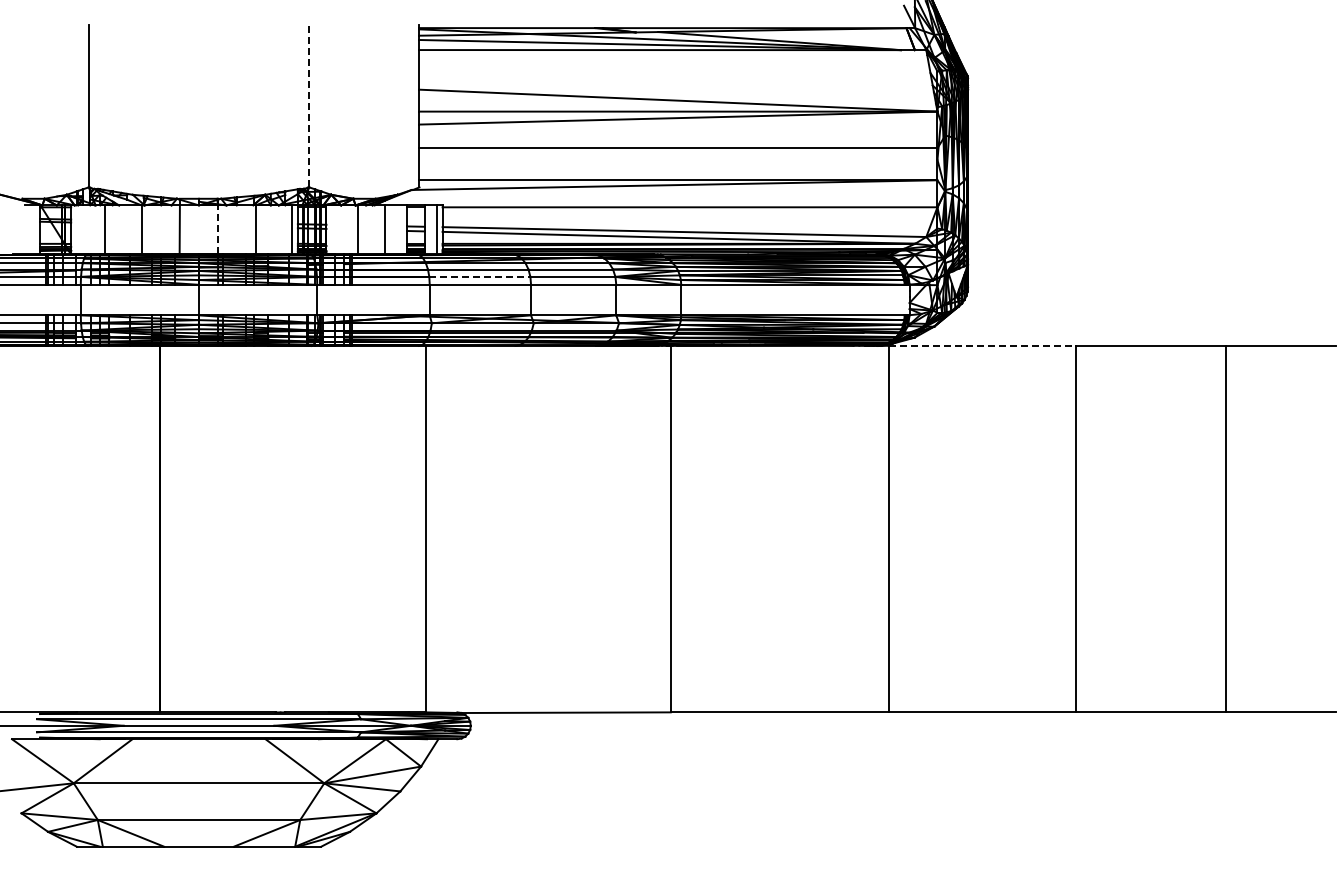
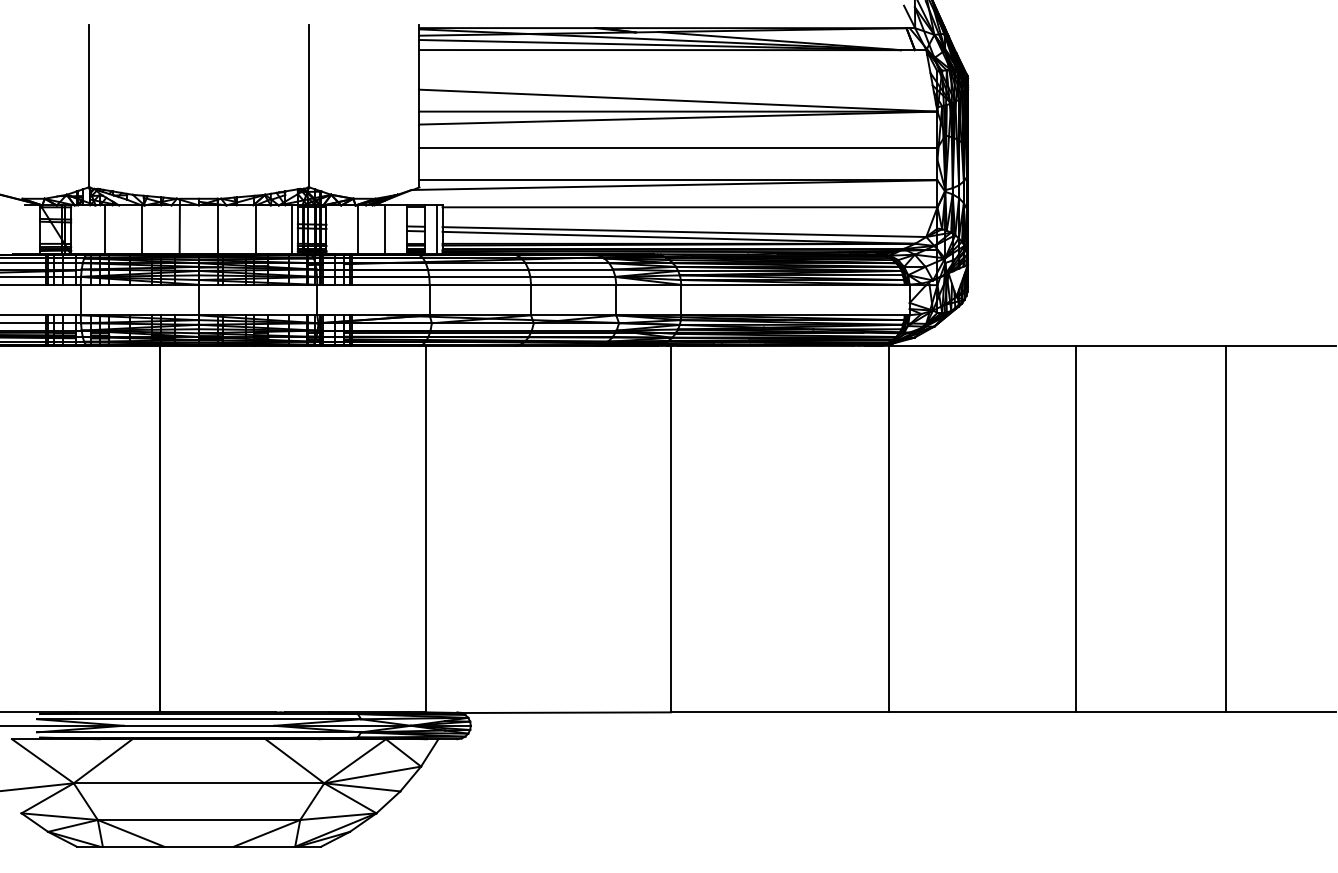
line at (309, 105): dashed -> solid
line at (217, 229): dashed -> solid
line at (479, 276): dashed -> solid
line at (983, 345): dashed -> solid
